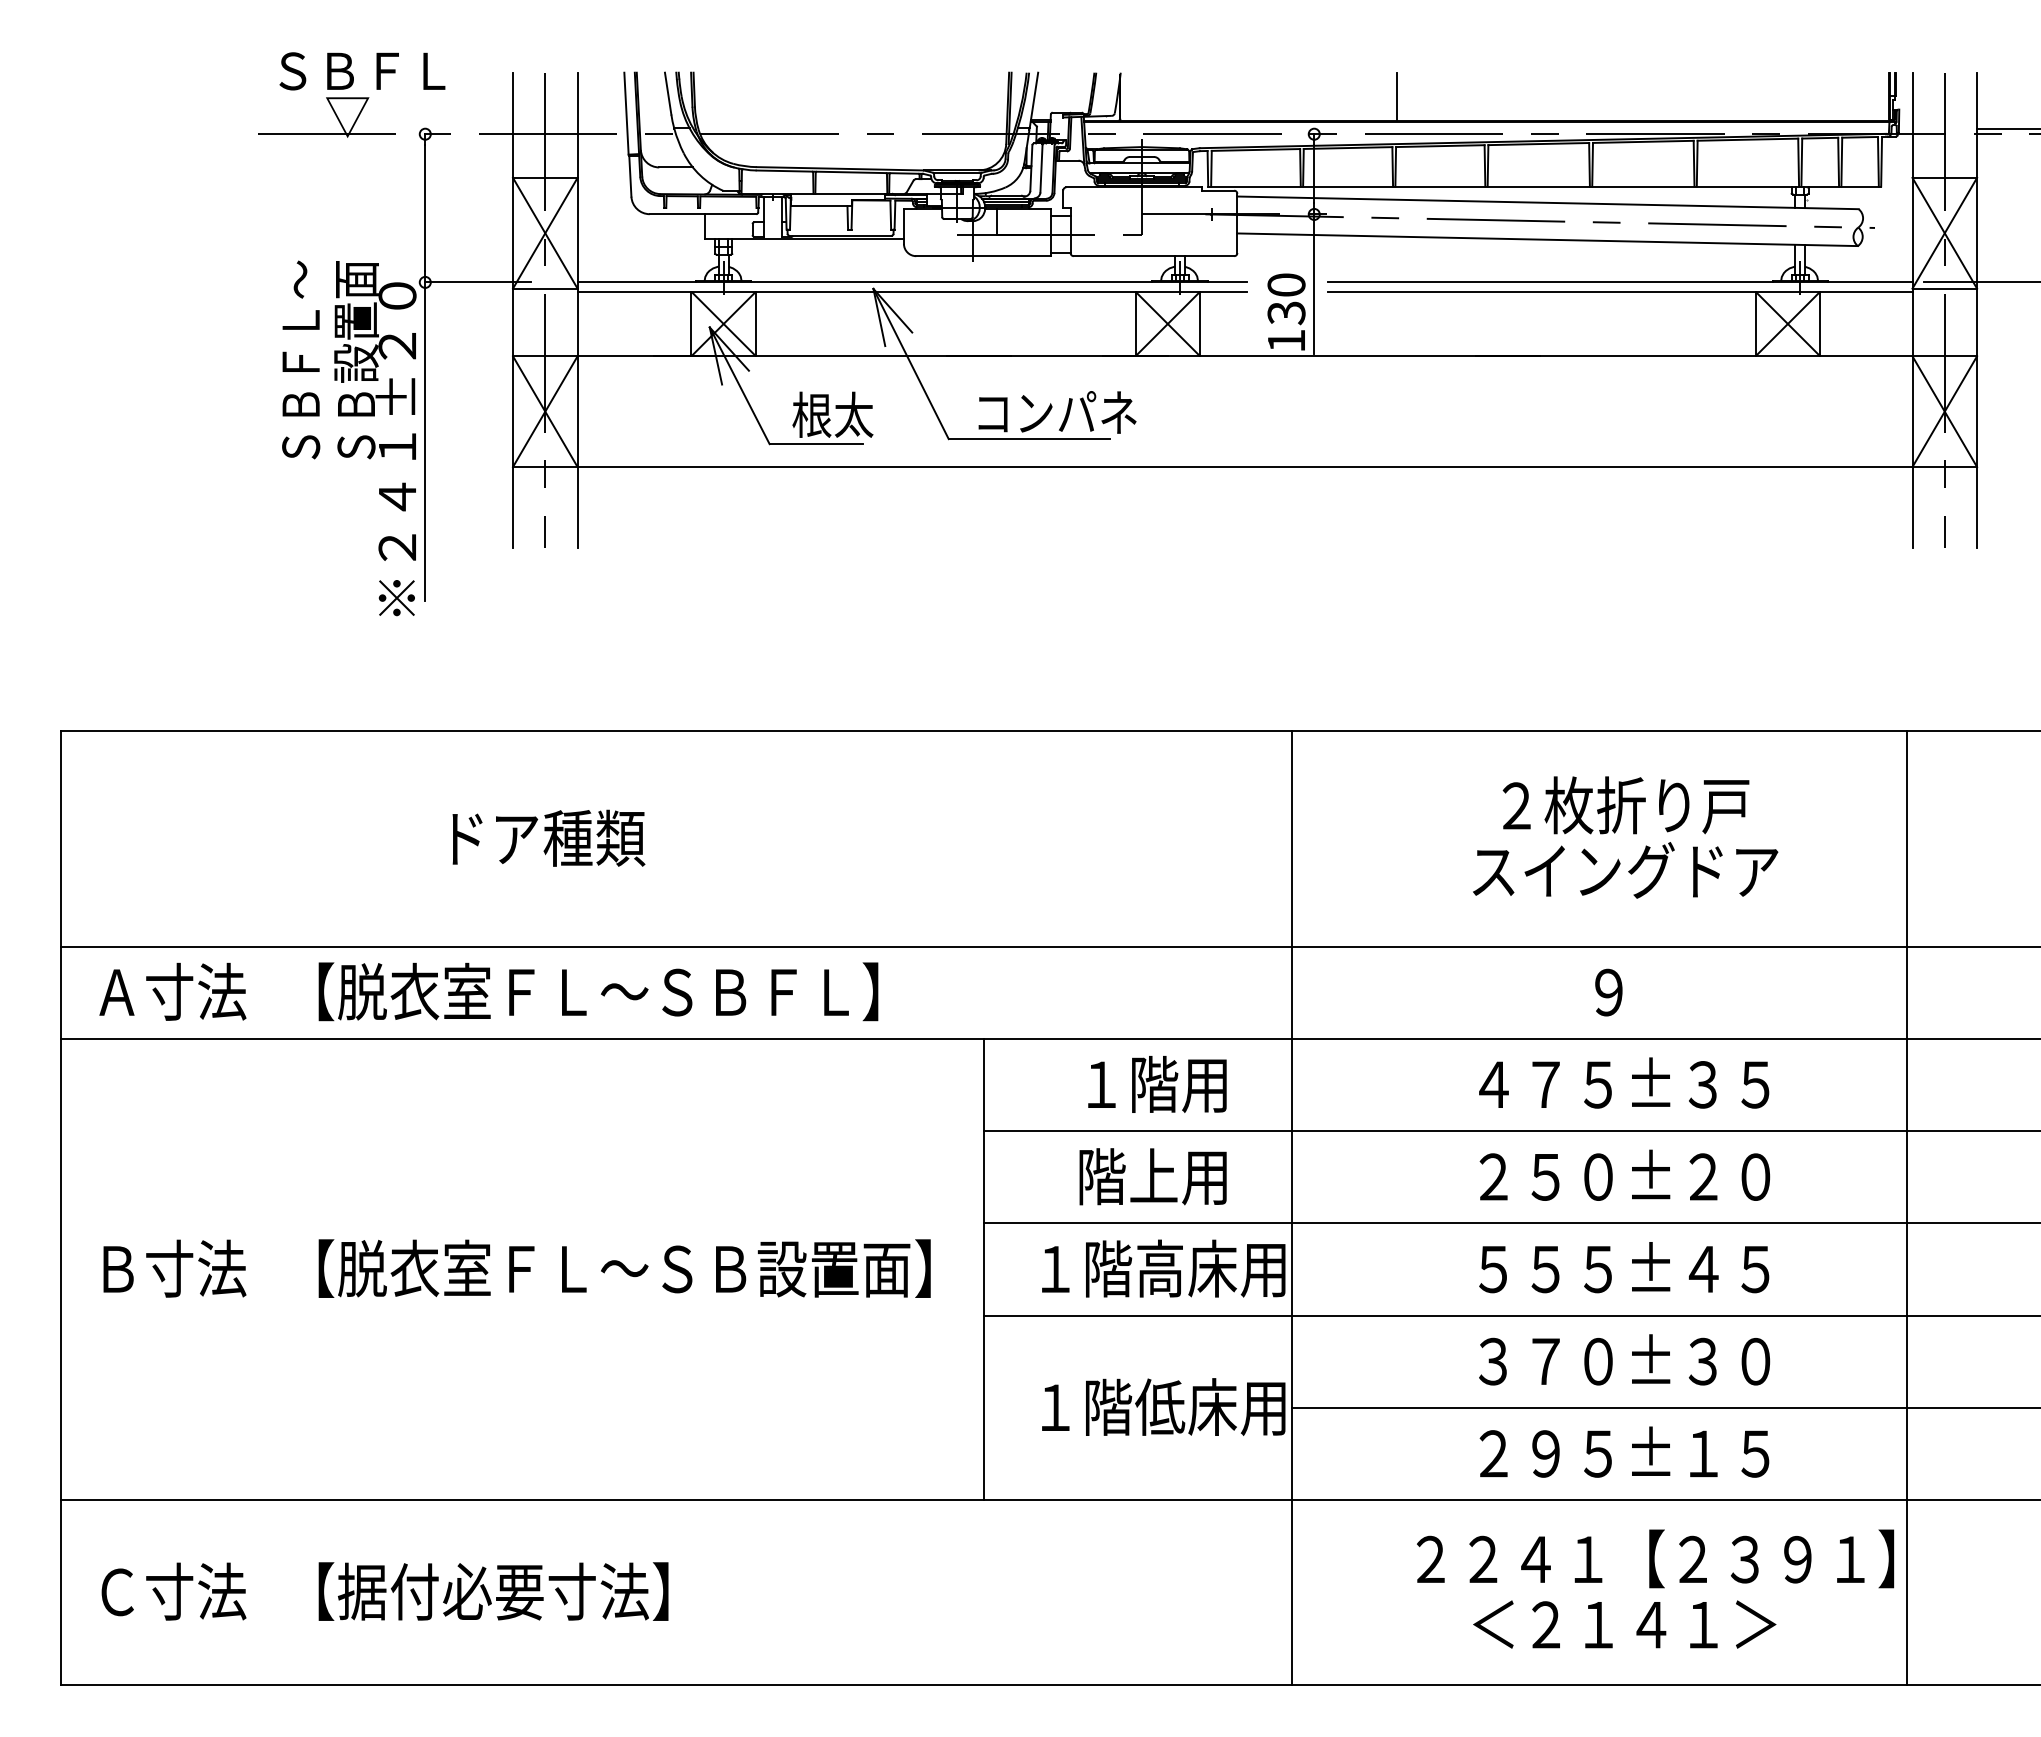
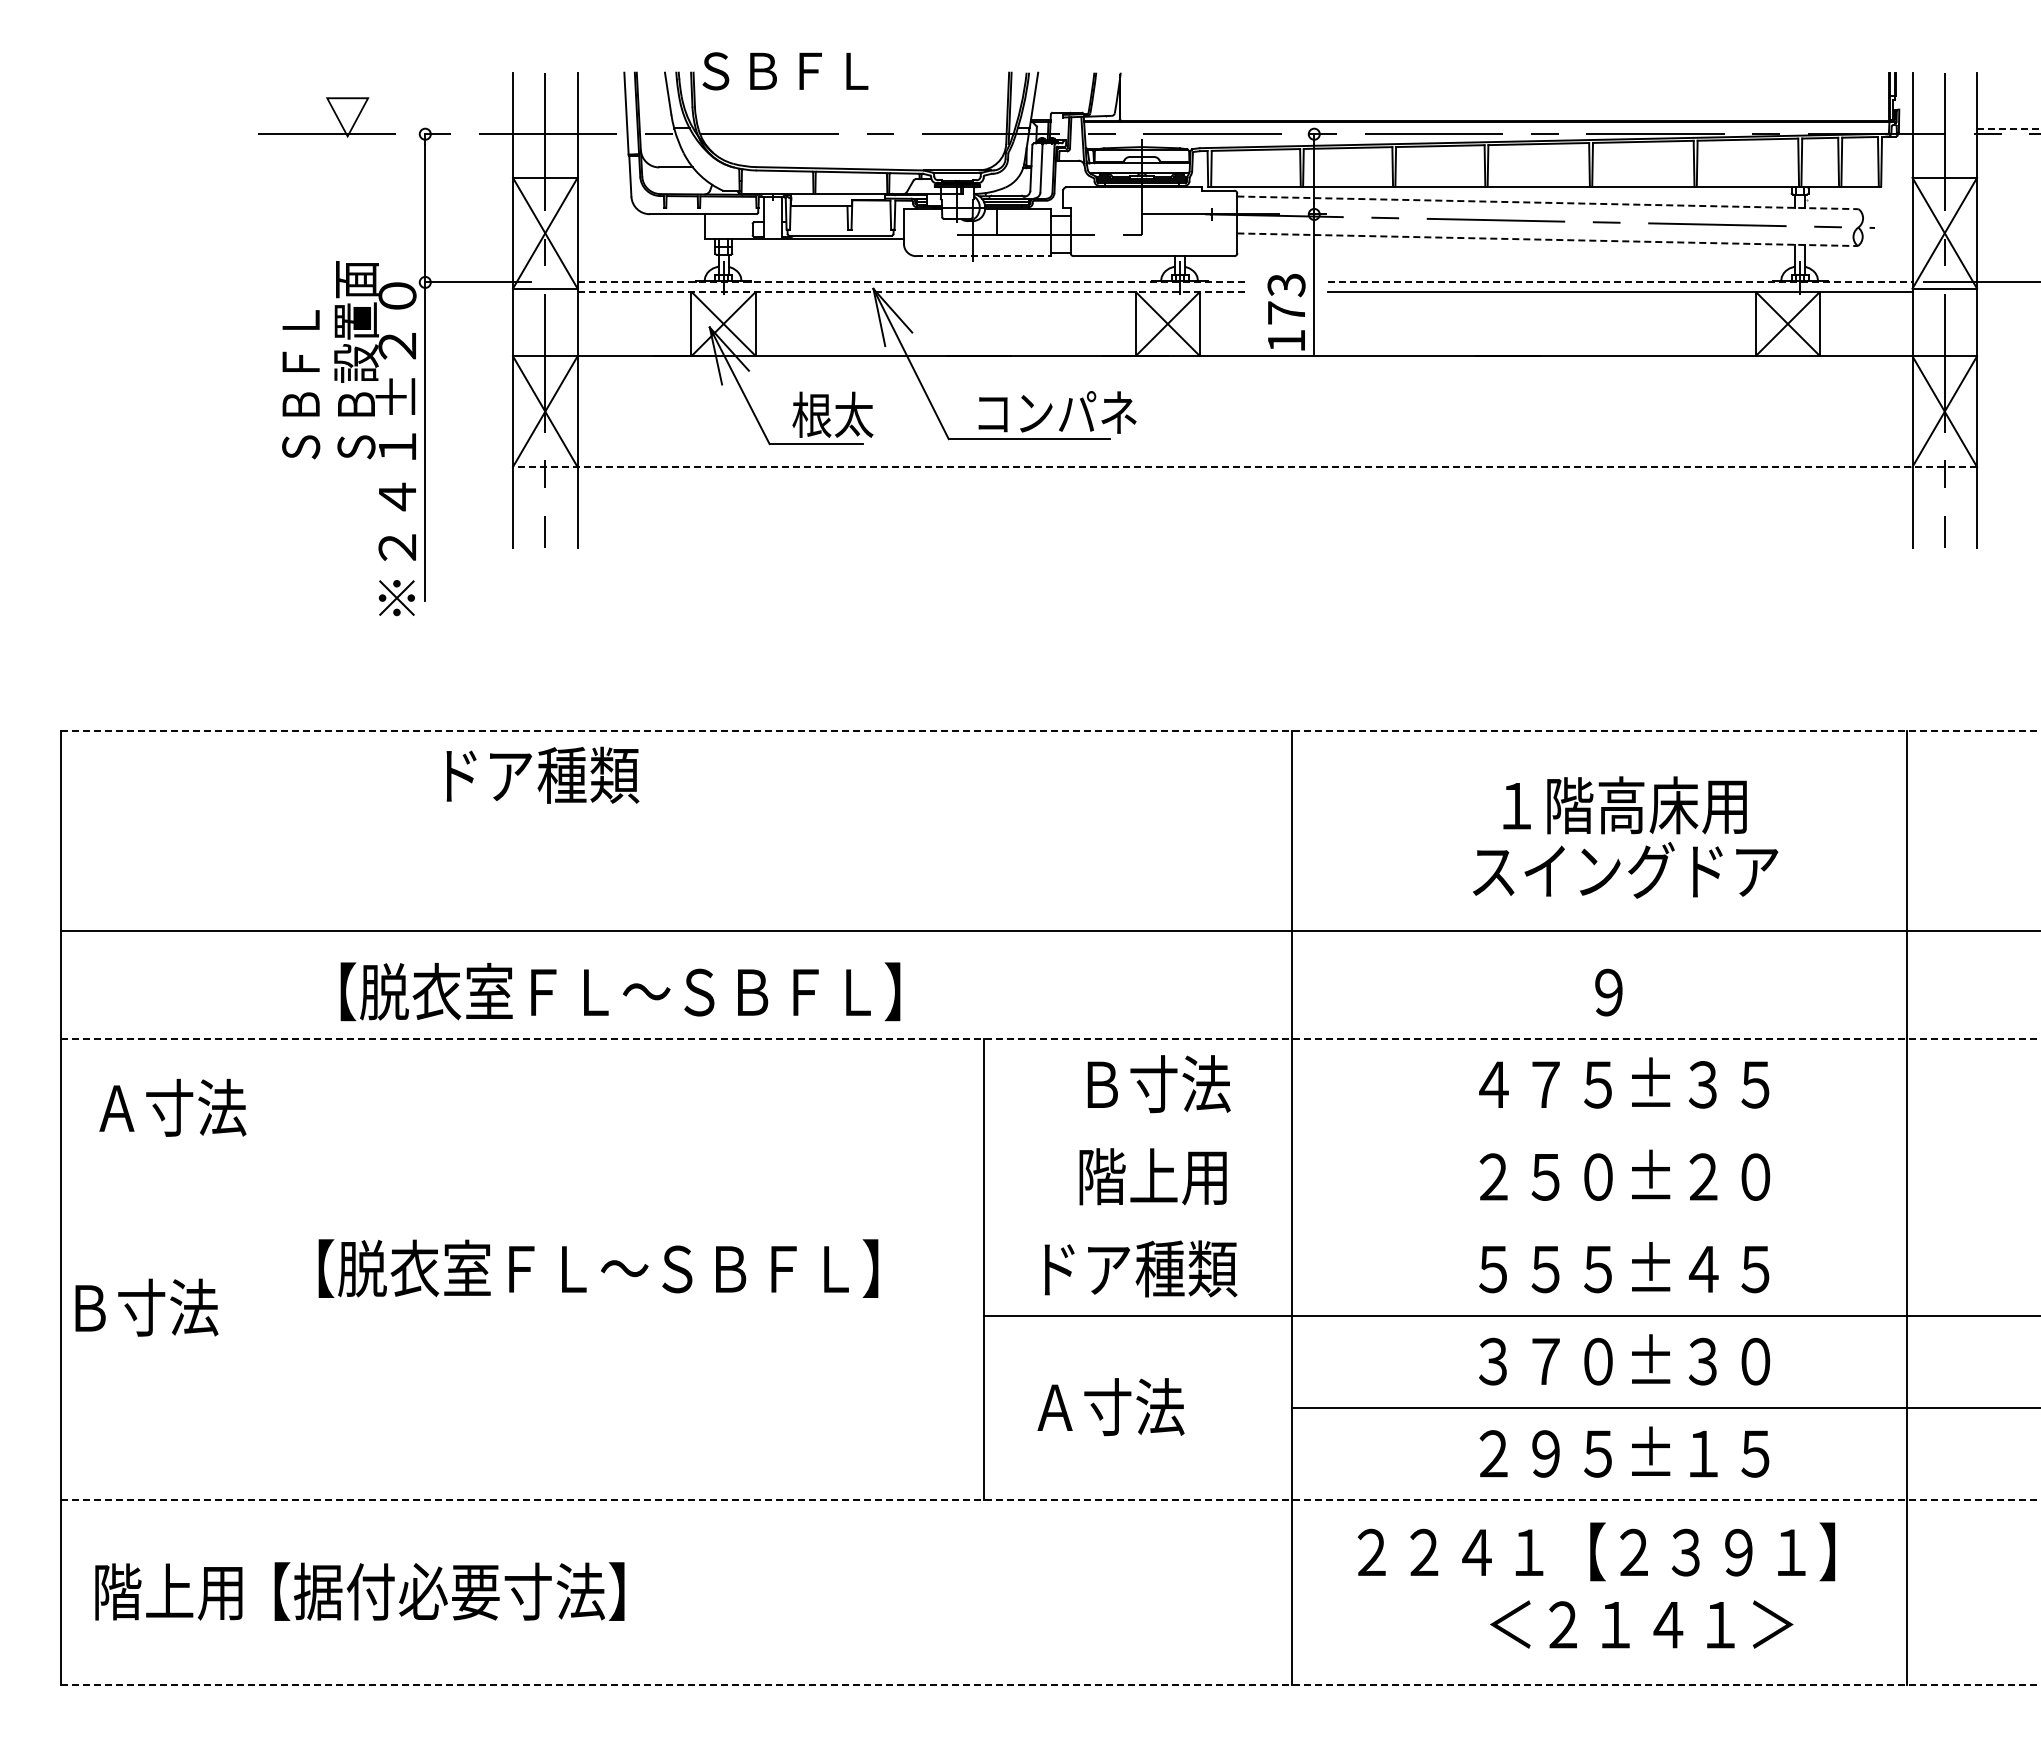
text at (362, 71) position: (362, 71) -> (785, 71)
line at (1397, 96): present -> none
line at (2009, 128): solid -> dashed
line at (1548, 202): solid -> dashed
line at (1548, 239): solid -> dashed
line at (984, 256): solid -> dashed
text at (300, 279): ＳＢＦＬ～ -> ＳＢＦＬ
line at (912, 282): solid -> dashed
line at (1620, 282): solid -> dashed
line at (912, 291): solid -> dashed
text at (1286, 299): 130 -> 173
line at (1244, 467): solid -> dashed
line at (1051, 731): solid -> dashed
text at (1625, 805): ２枚折り戸 -> １階高床用
text at (548, 837) position: (548, 837) -> (542, 774)
line at (1049, 946) position: (1049, 946) -> (1049, 930)
text at (172, 991) position: (172, 991) -> (172, 1107)
text at (598, 991) position: (598, 991) -> (620, 991)
line at (1051, 1038): solid -> dashed
text at (1158, 1084): １階用 -> Ｂ寸法
line at (1510, 1131): present -> none
line at (1510, 1223): present -> none
text at (174, 1268) position: (174, 1268) -> (146, 1307)
text at (843, 1268): 【脱衣室ＦＬ～ＳＢ設置面】 -> 【脱衣室ＦＬ～ＳＢＦＬ】
text at (1163, 1268): １階高床用 -> ドア種類
text at (1161, 1407): １階低床用 -> Ａ寸法
line at (1051, 1500): solid -> dashed
text at (1655, 1558) position: (1655, 1558) -> (1596, 1551)
text at (170, 1591): Ｃ寸法 -> 階上用
text at (493, 1591) position: (493, 1591) -> (449, 1591)
text at (1624, 1624) position: (1624, 1624) -> (1641, 1624)
line at (1051, 1684): solid -> dashed
